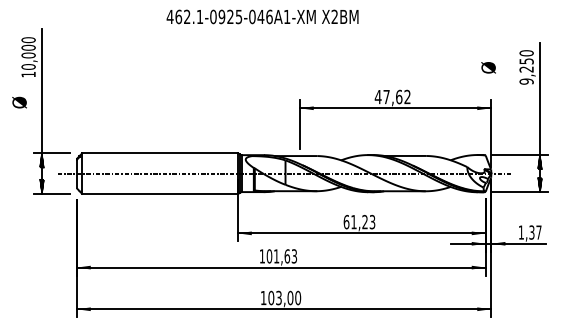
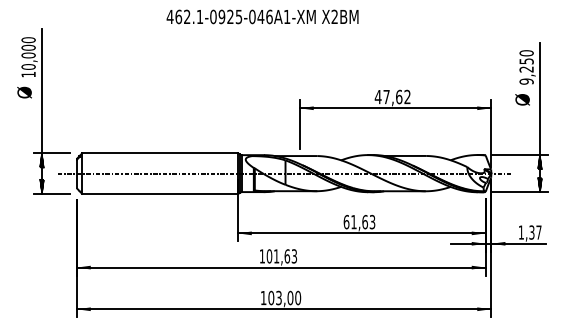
text at (488, 67) position: (488, 67) -> (522, 99)
text at (19, 102) position: (19, 102) -> (24, 92)
text at (364, 222): 61,23 -> 61,63
